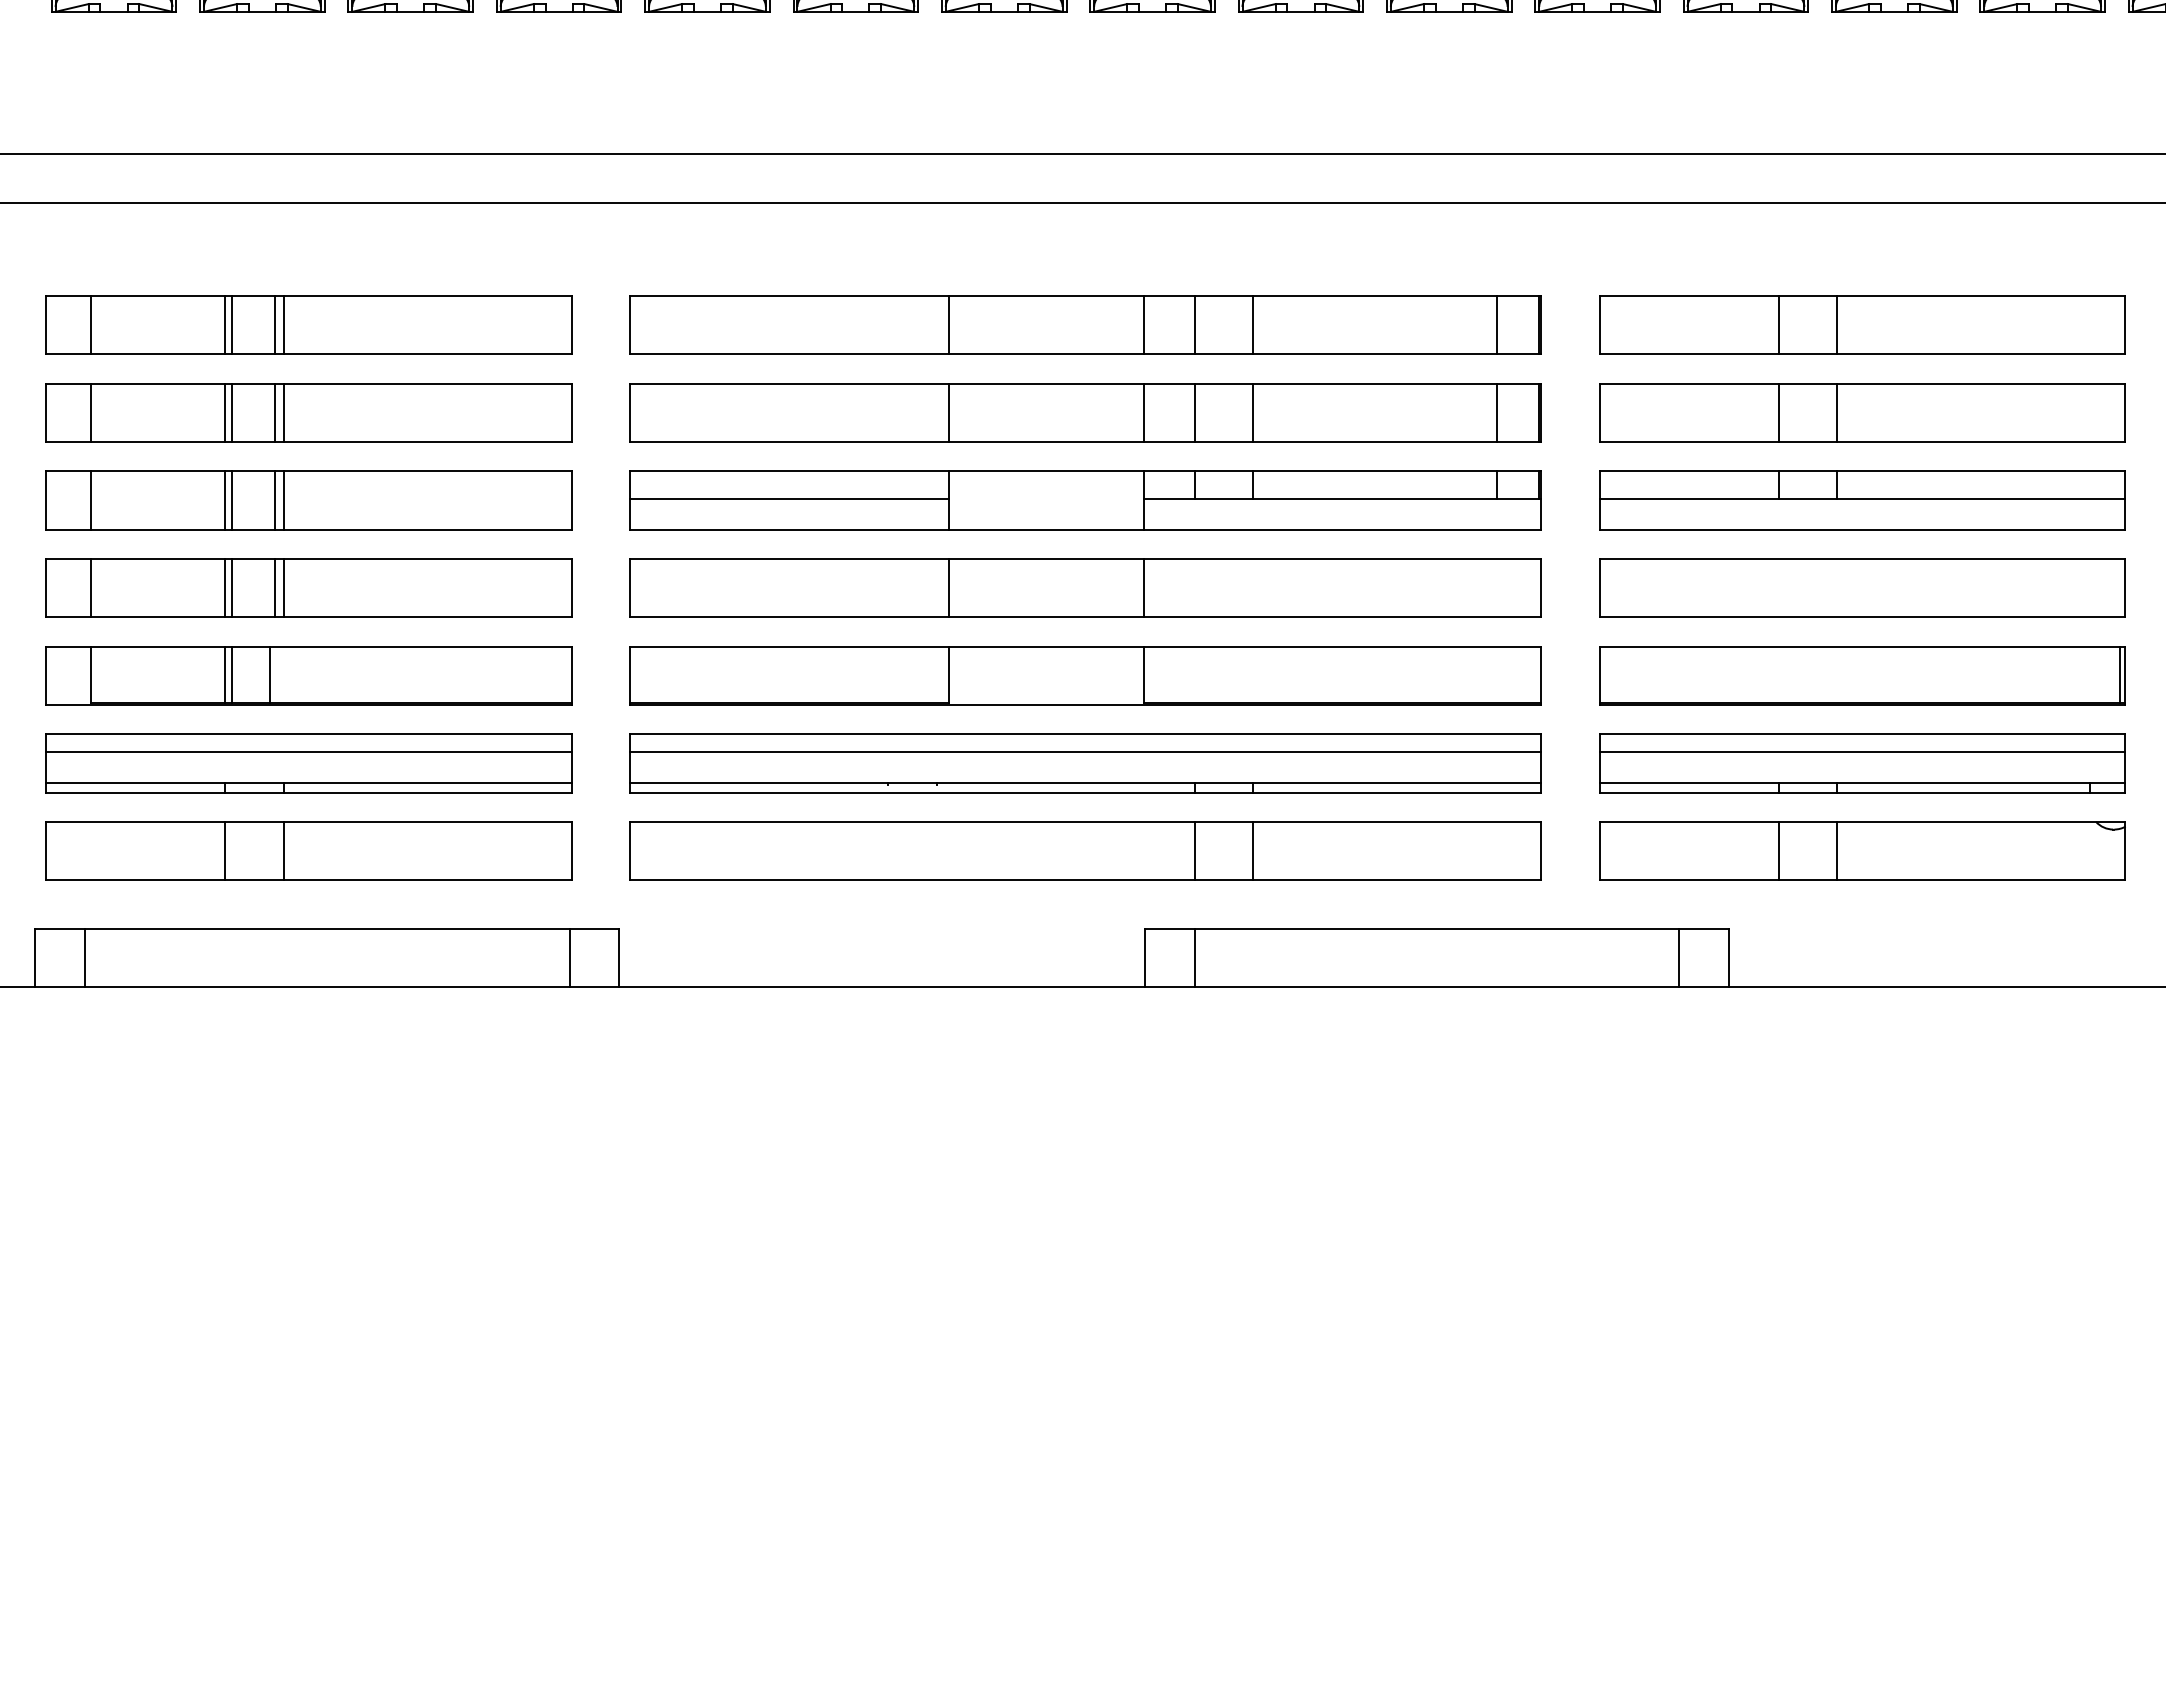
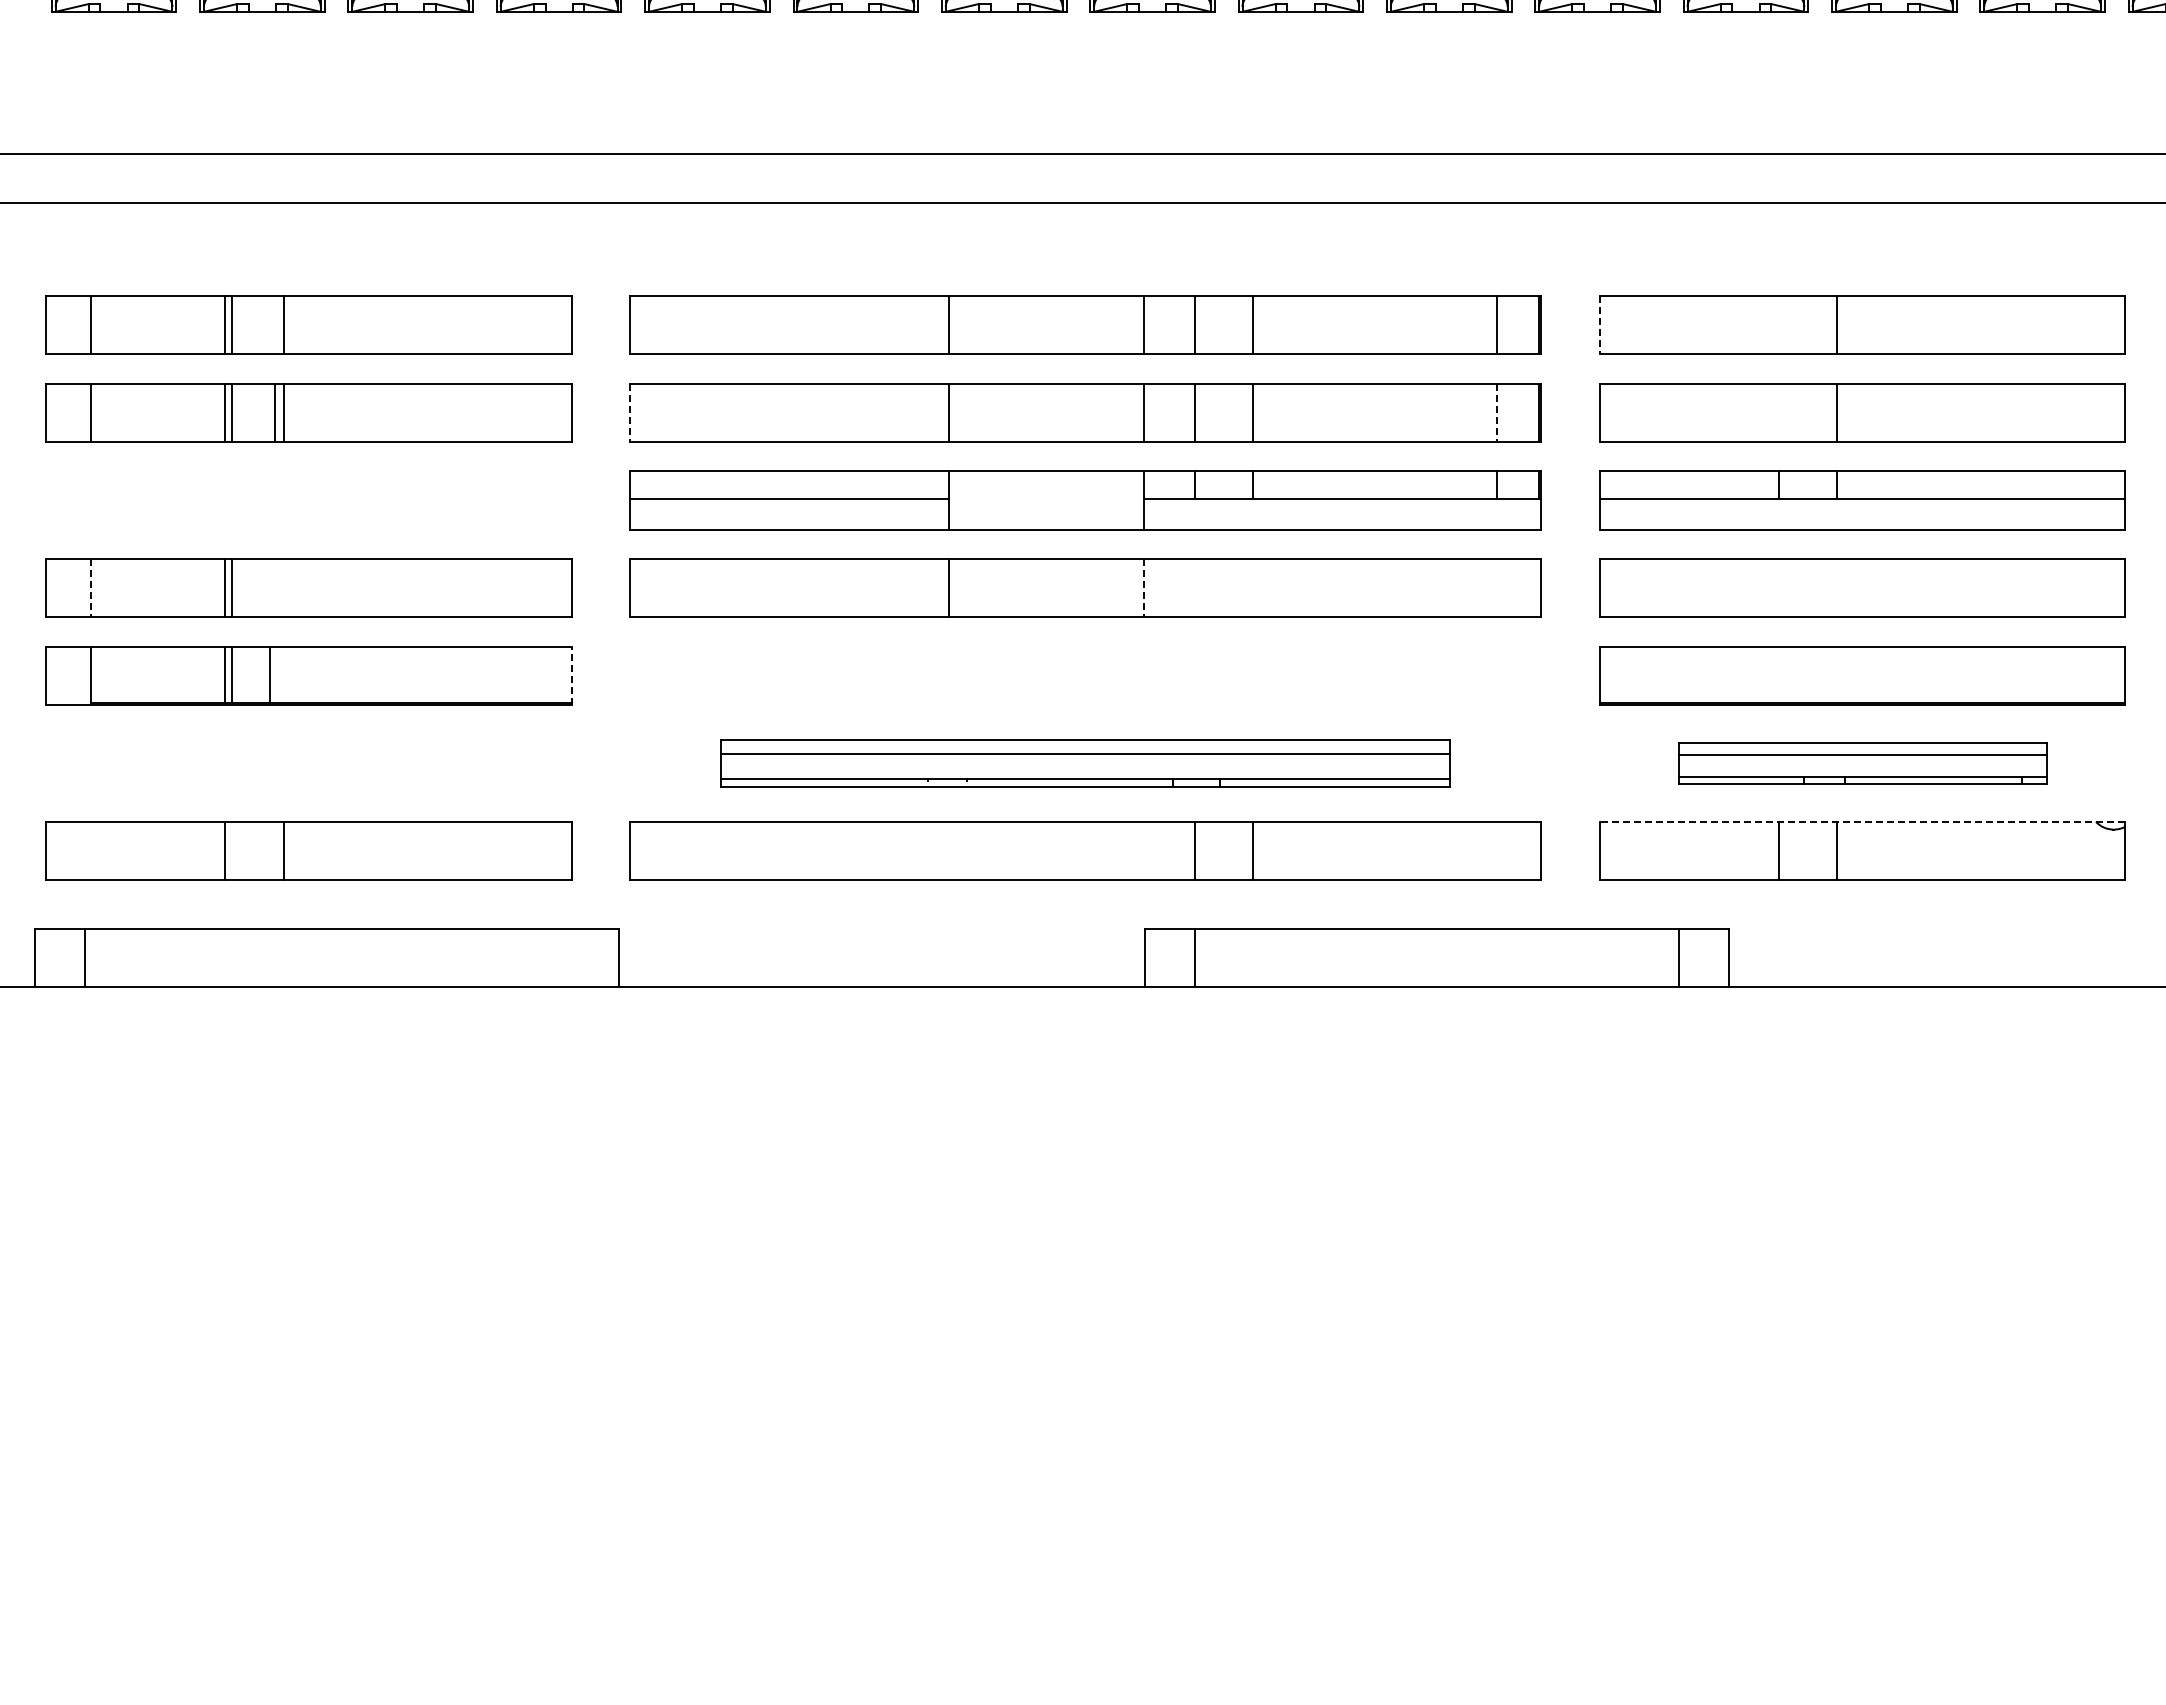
line at (274, 325): present -> none
line at (1599, 325): solid -> dashed
line at (1778, 325): present -> none
line at (1778, 412): present -> none
line at (630, 413): solid -> dashed
line at (1496, 413): solid -> dashed
part at (308, 500): present -> none
line at (274, 587): present -> none
line at (283, 587): present -> none
line at (90, 588): solid -> dashed
line at (1143, 588): solid -> dashed
line at (2119, 674): present -> none
line at (571, 675): solid -> dashed
part at (1085, 675): present -> none
part at (308, 763): present -> none
part at (1085, 763) size: 913x61 px -> 731x49 px
part at (1862, 763) size: 527x61 px -> 370x43 px
line at (1862, 821): solid -> dashed
line at (569, 957): present -> none
